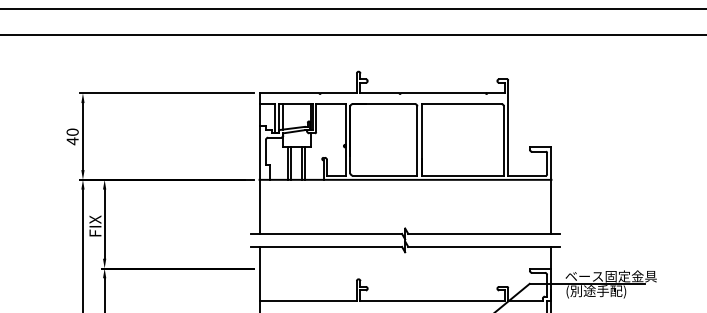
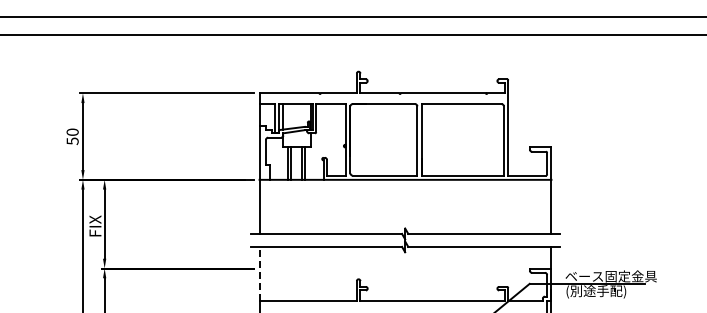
line at (352, 9) position: (352, 9) -> (352, 17)
text at (72, 141): 40 -> 50
line at (259, 273): solid -> dashed
